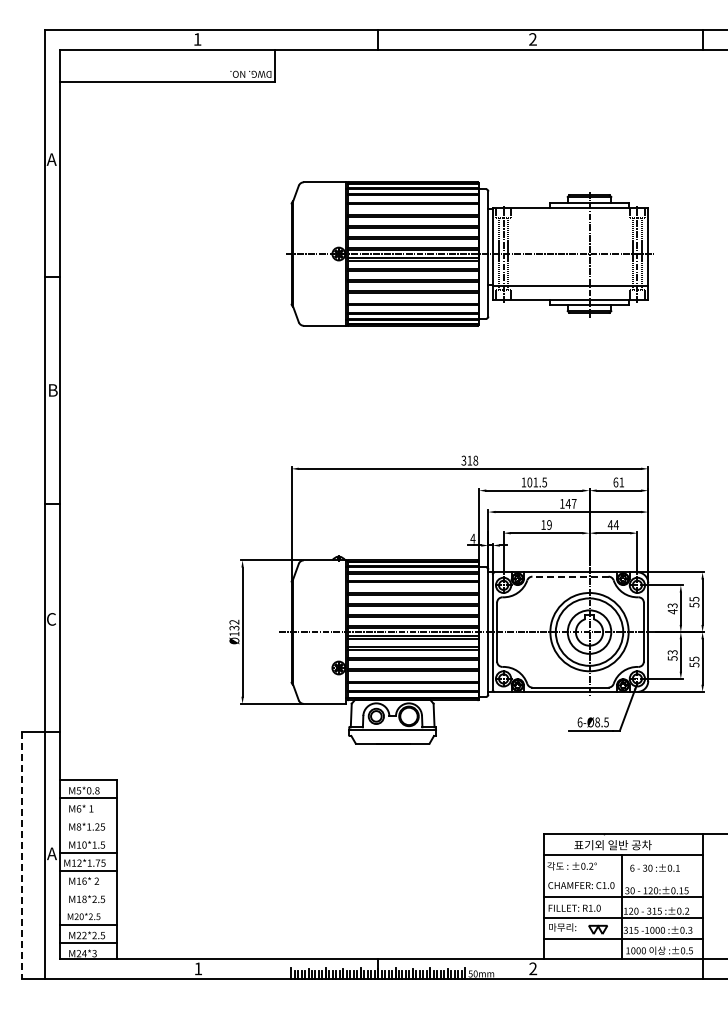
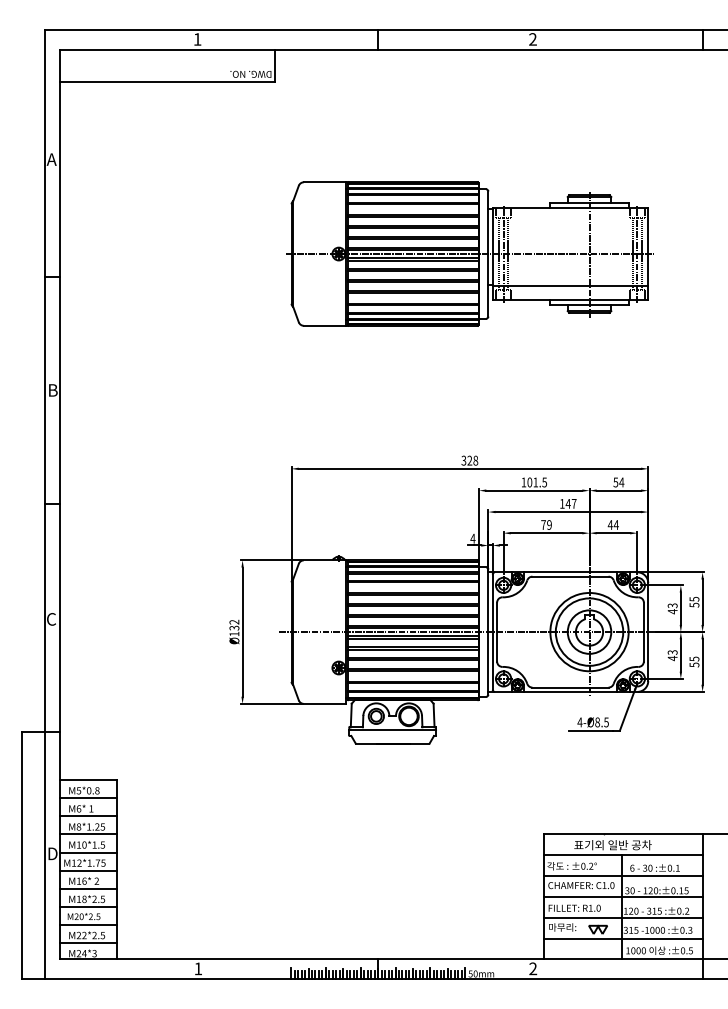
text at (469, 460): 318 -> 328
text at (618, 482): 61 -> 54
text at (543, 524): 19 -> 79
line at (570, 576): dashed -> solid
text at (672, 658): 53 -> 43
text at (579, 722): 6-Ø8.5 -> 4-Ø8.5
line at (87, 816): none -> present
line at (87, 834): none -> present
text at (52, 853): A -> D
line at (21, 855): dashed -> solid
line at (622, 876): none -> present
line at (87, 888): none -> present
line at (87, 906): none -> present
